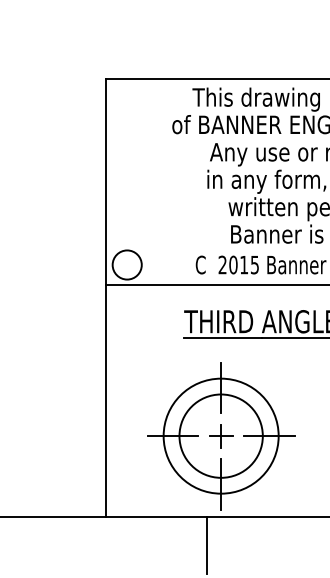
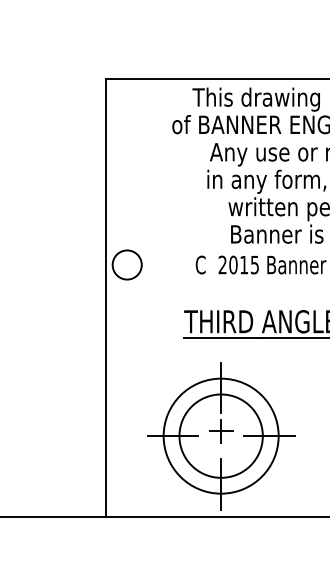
line at (216, 284): present -> none
part at (221, 436) position: (221, 436) -> (221, 431)
line at (206, 545): present -> none
